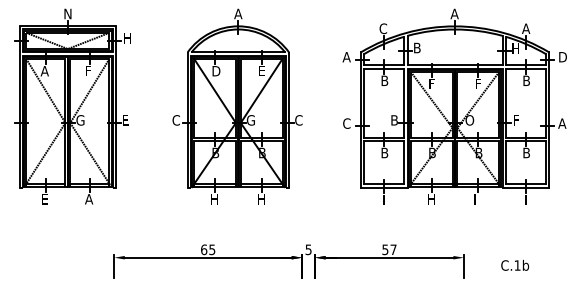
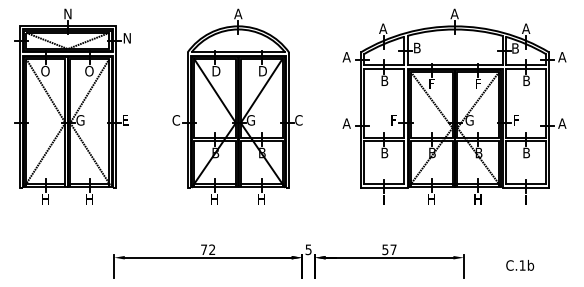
text at (383, 28): C -> A
text at (126, 38): H -> N
text at (515, 48): H -> B
text at (562, 57): D -> A
text at (44, 70): A -> O
text at (89, 70): F -> O
text at (262, 71): E -> D
text at (394, 120): B -> F
text at (472, 120): O -> G
text at (346, 123): C -> A
text at (45, 199): E -> H
text at (89, 199): A -> H
text at (478, 199): I -> H
text at (208, 249): 65 -> 72
text at (515, 265) position: (515, 265) -> (520, 265)
